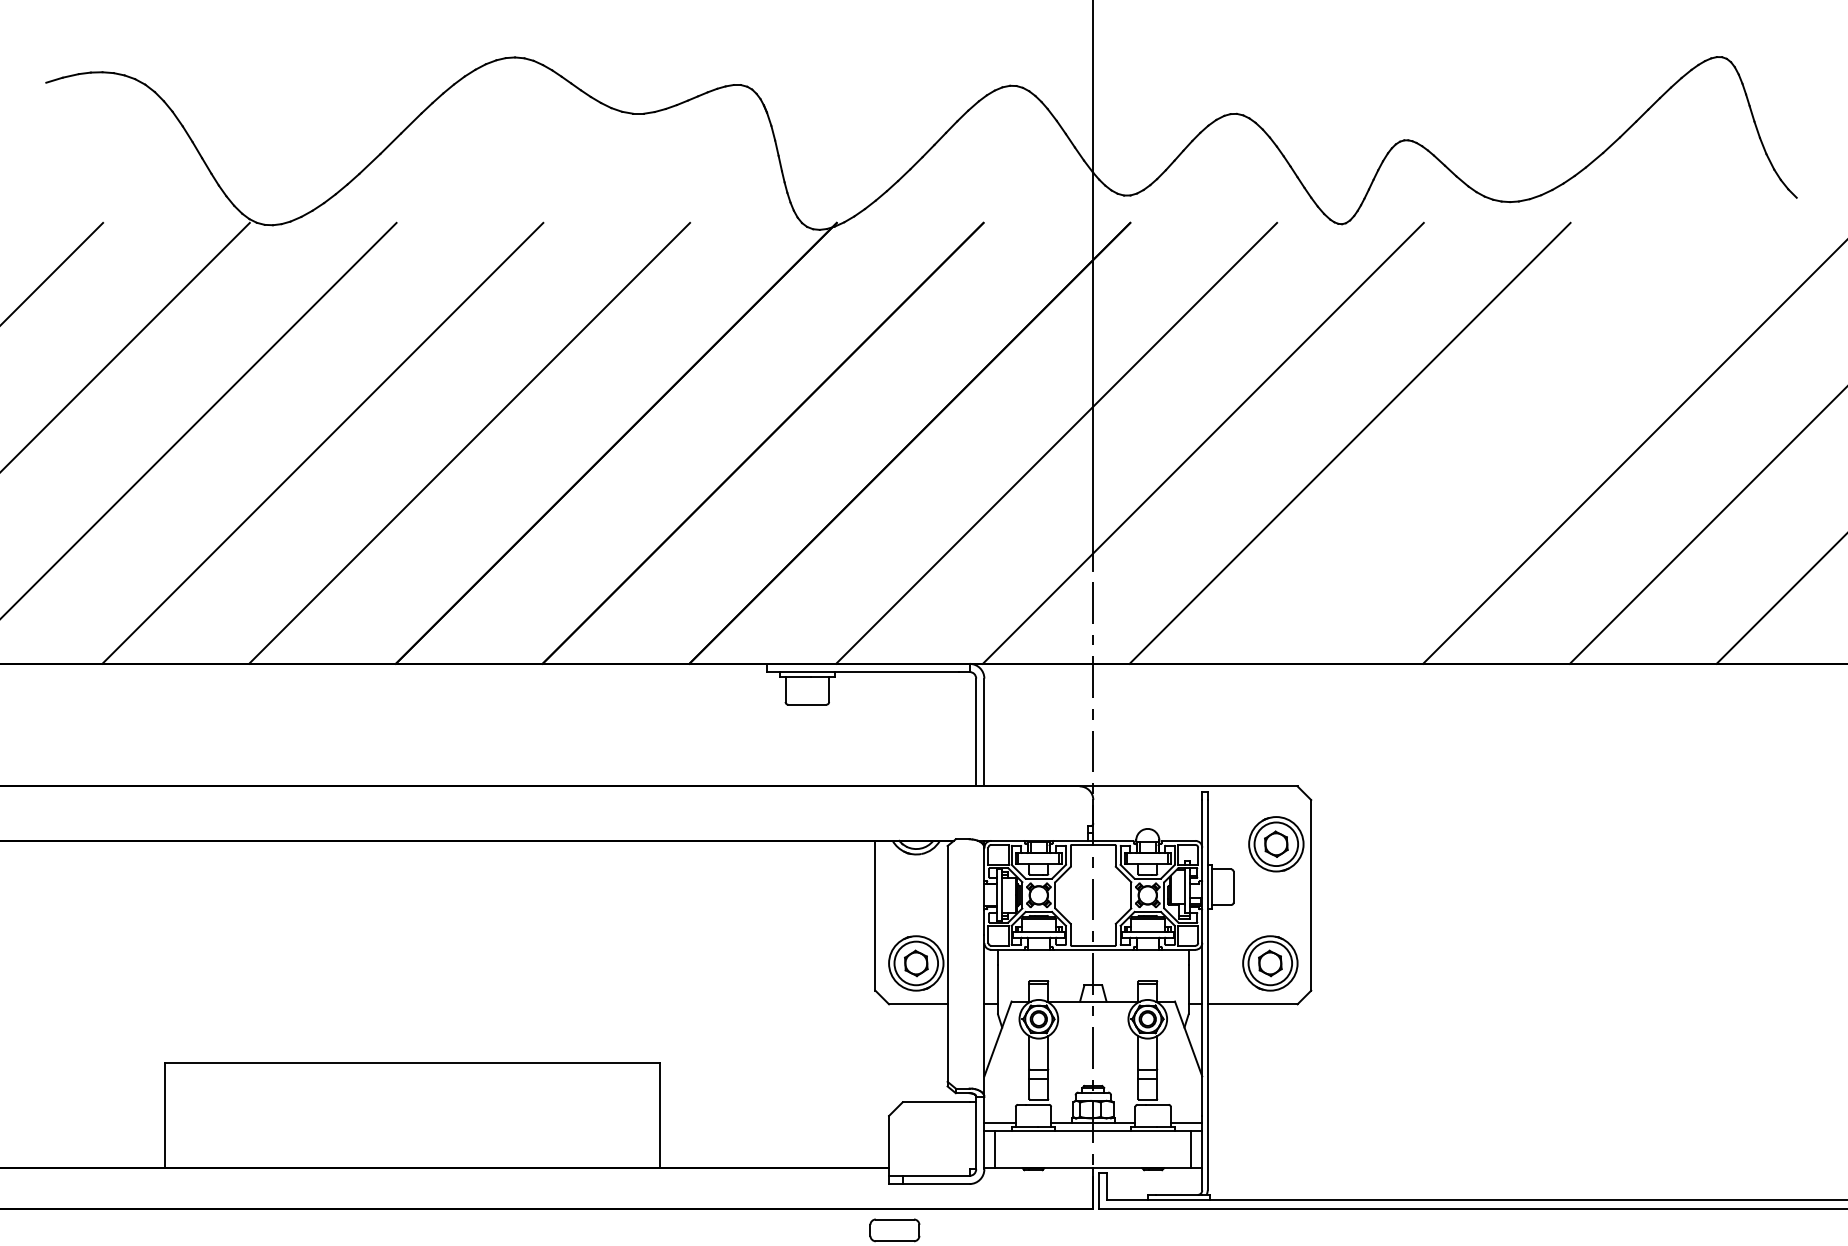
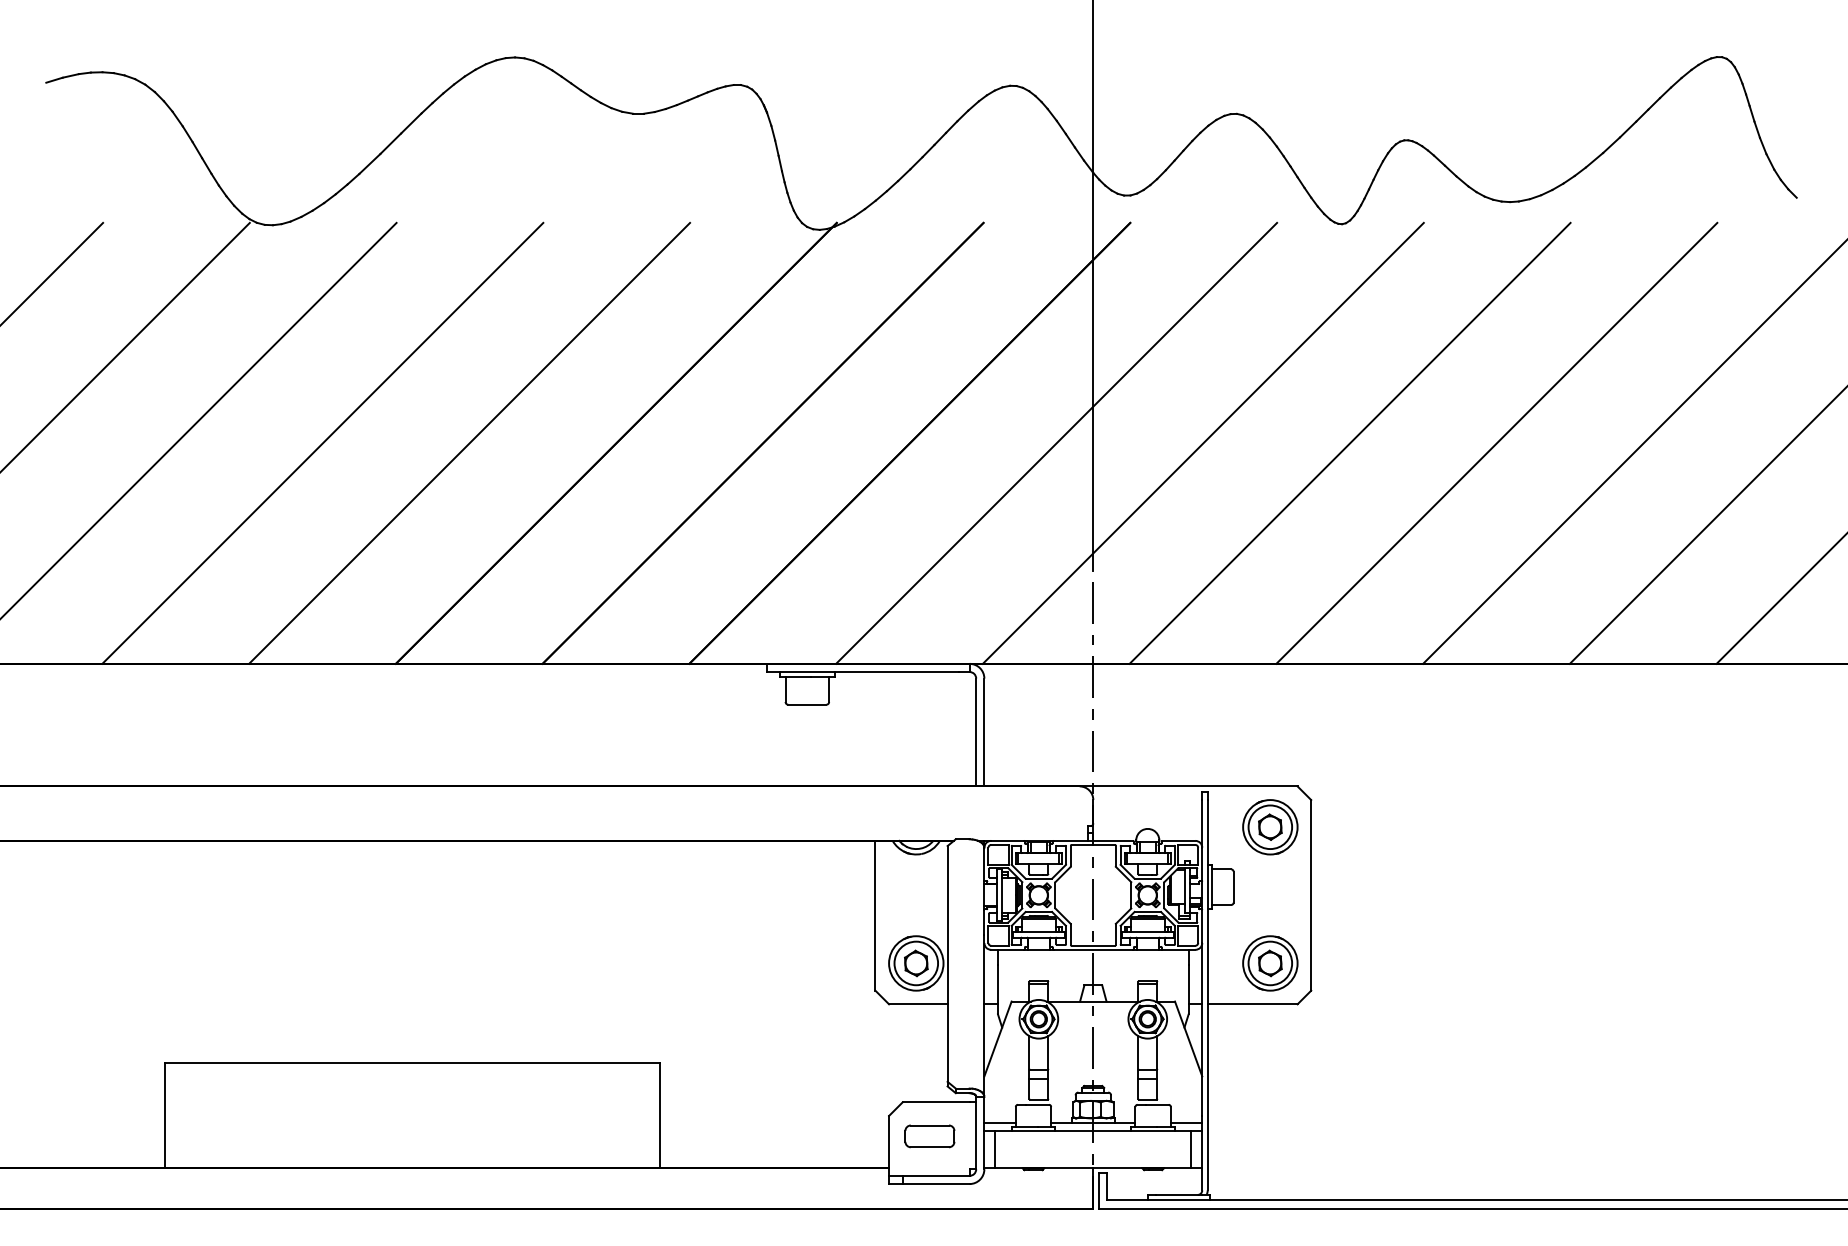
line at (1496, 442): none -> present
part at (1276, 844) position: (1276, 844) -> (1270, 827)
part at (894, 1230) position: (894, 1230) -> (929, 1136)
